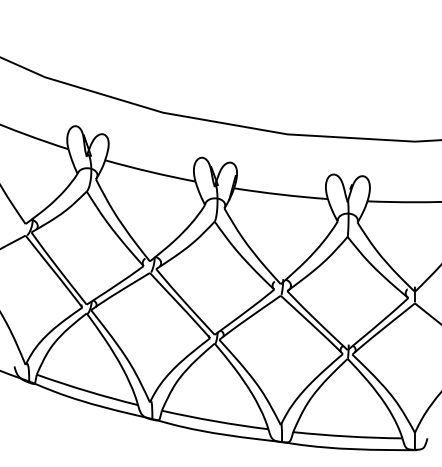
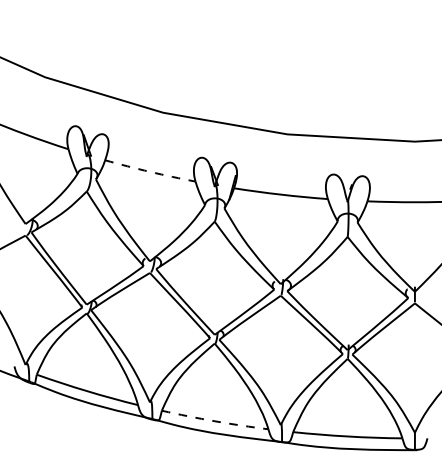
arc at (150, 171): solid -> dashed
arc at (214, 421): solid -> dashed
